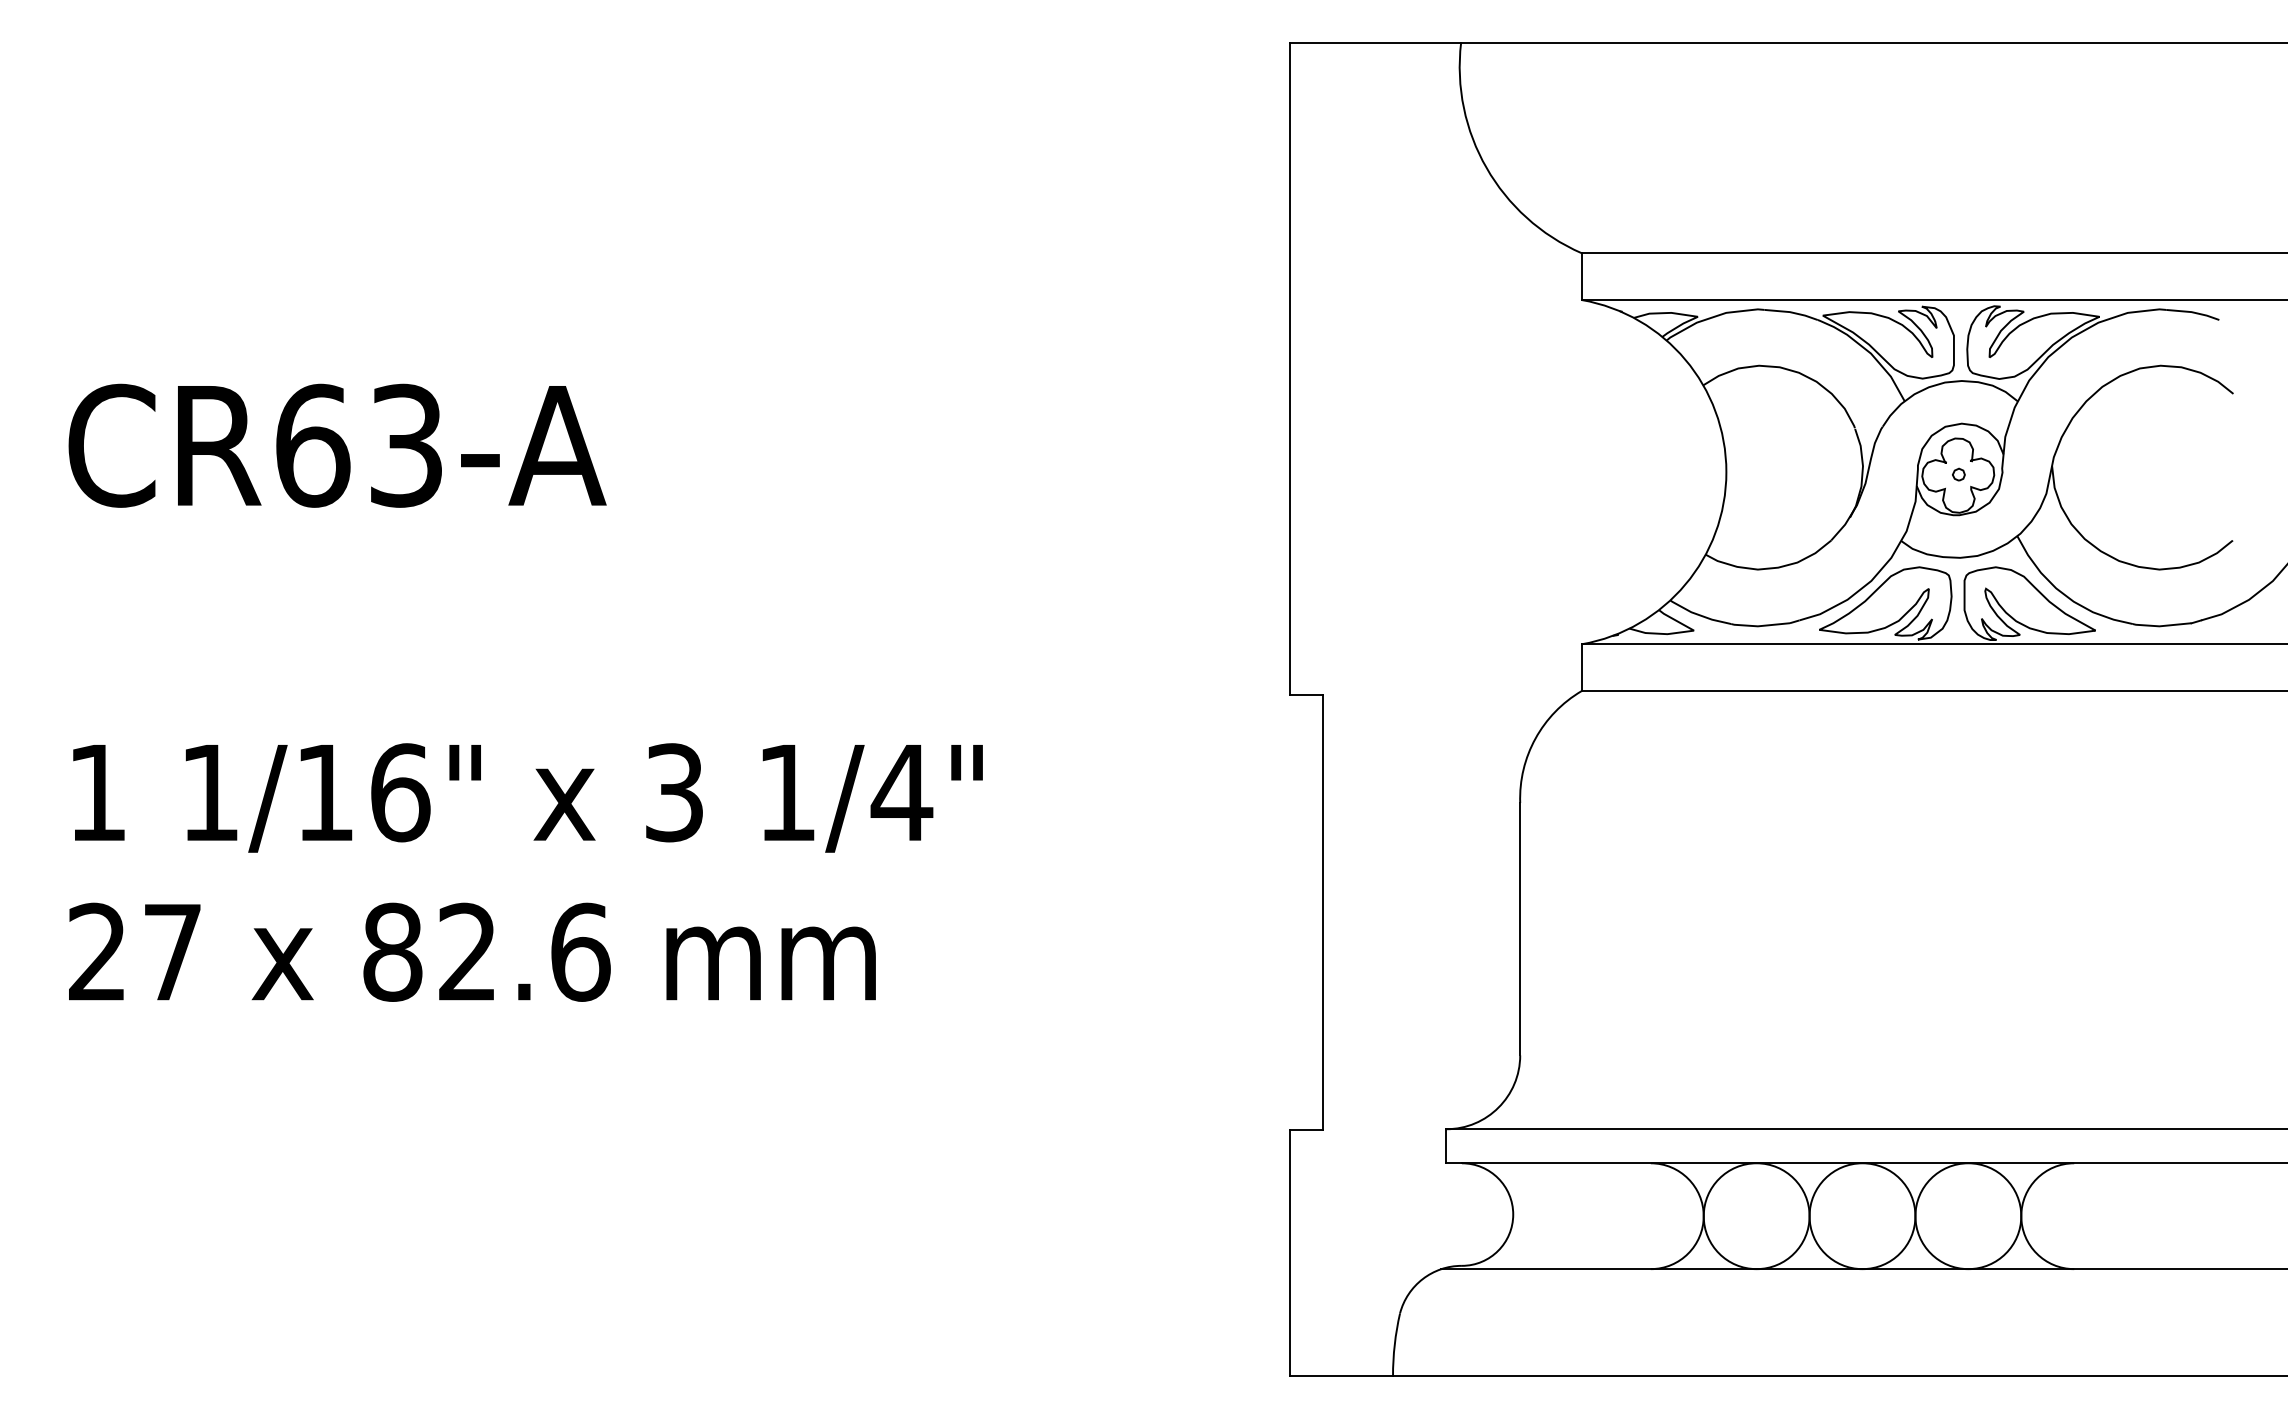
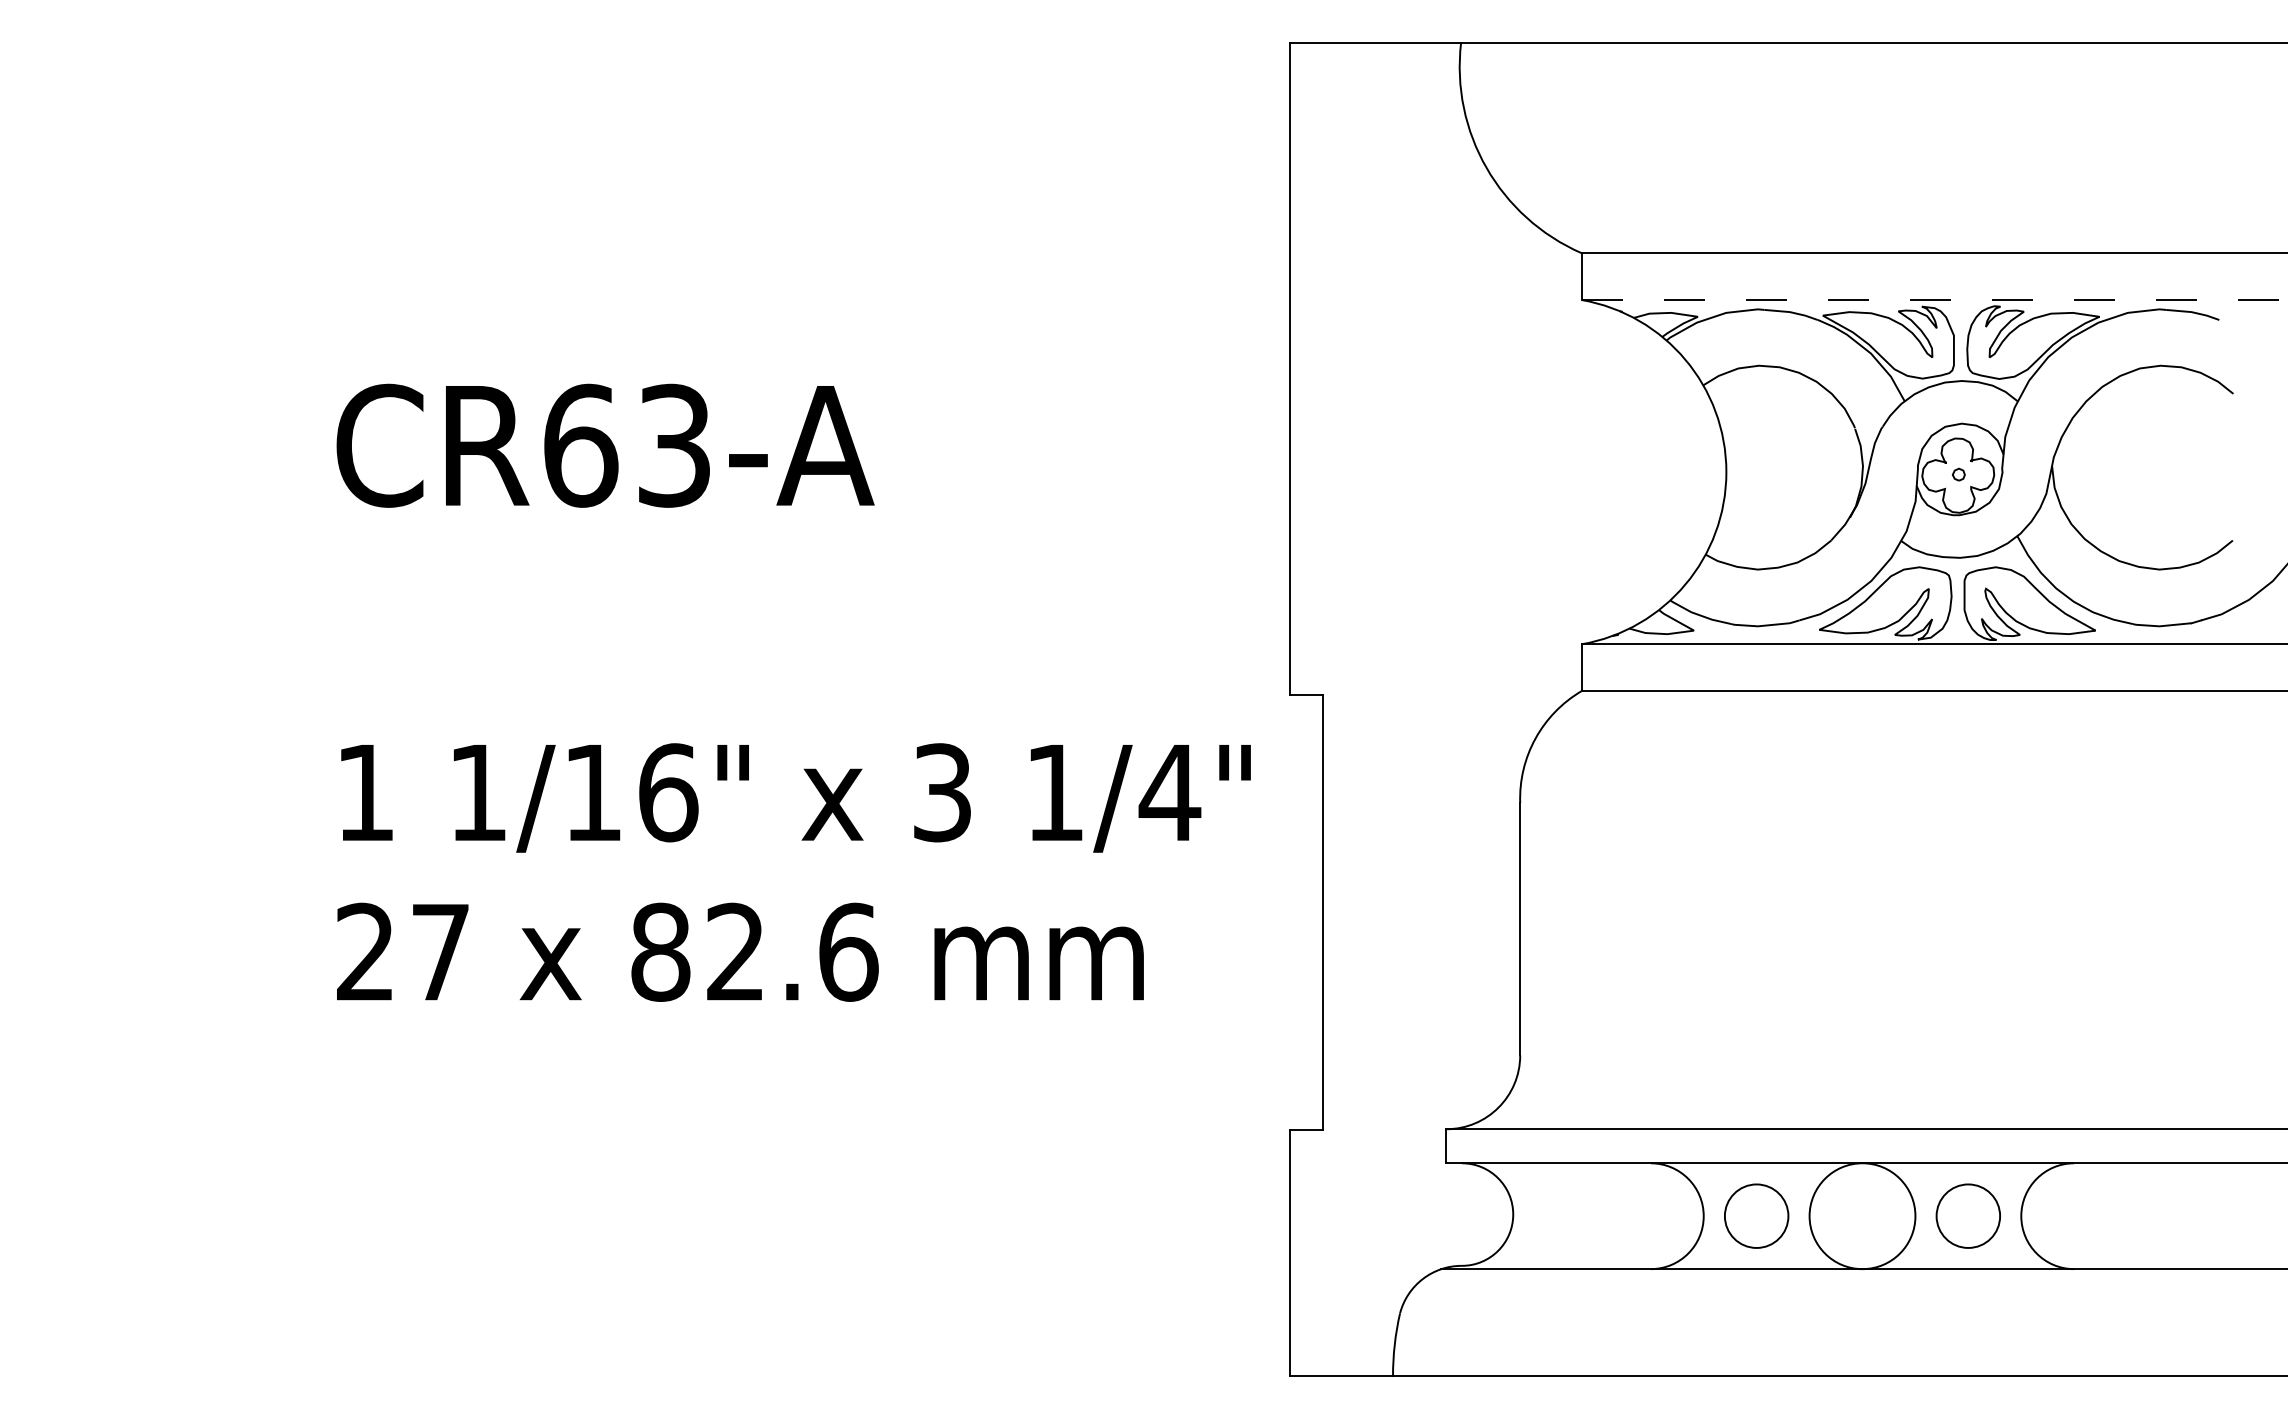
line at (1934, 300): solid -> dashed
text at (525, 692) position: (525, 692) -> (793, 692)
circle at (1756, 1216) diameter: 106 px -> 64 px
circle at (1968, 1216) diameter: 106 px -> 64 px
